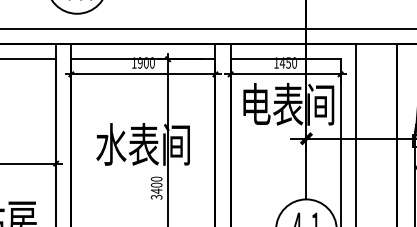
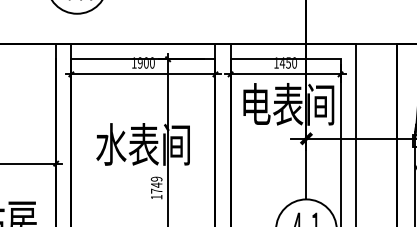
line at (207, 28): present -> none
line at (29, 59): present -> none
text at (156, 187): 3400 -> 1749
